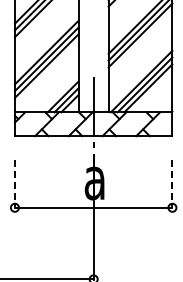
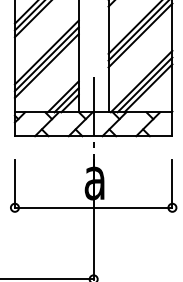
line at (14, 184): dashed -> solid
line at (172, 184): dashed -> solid
